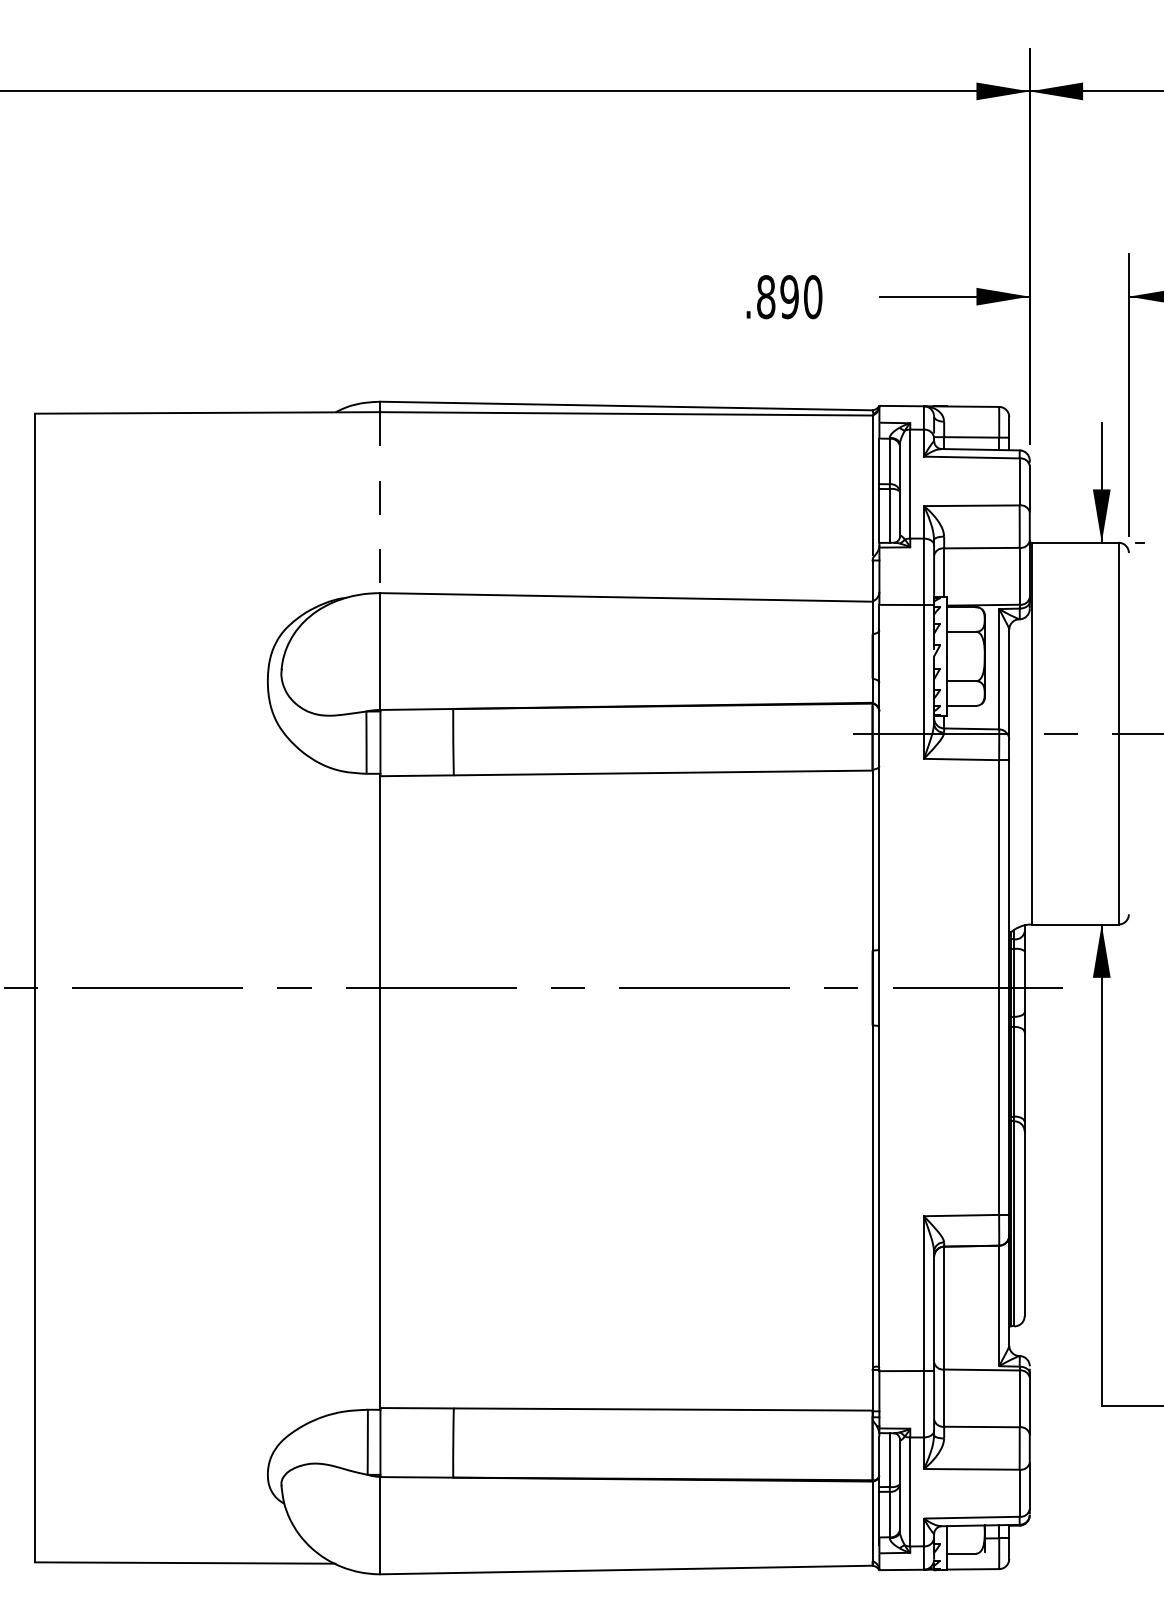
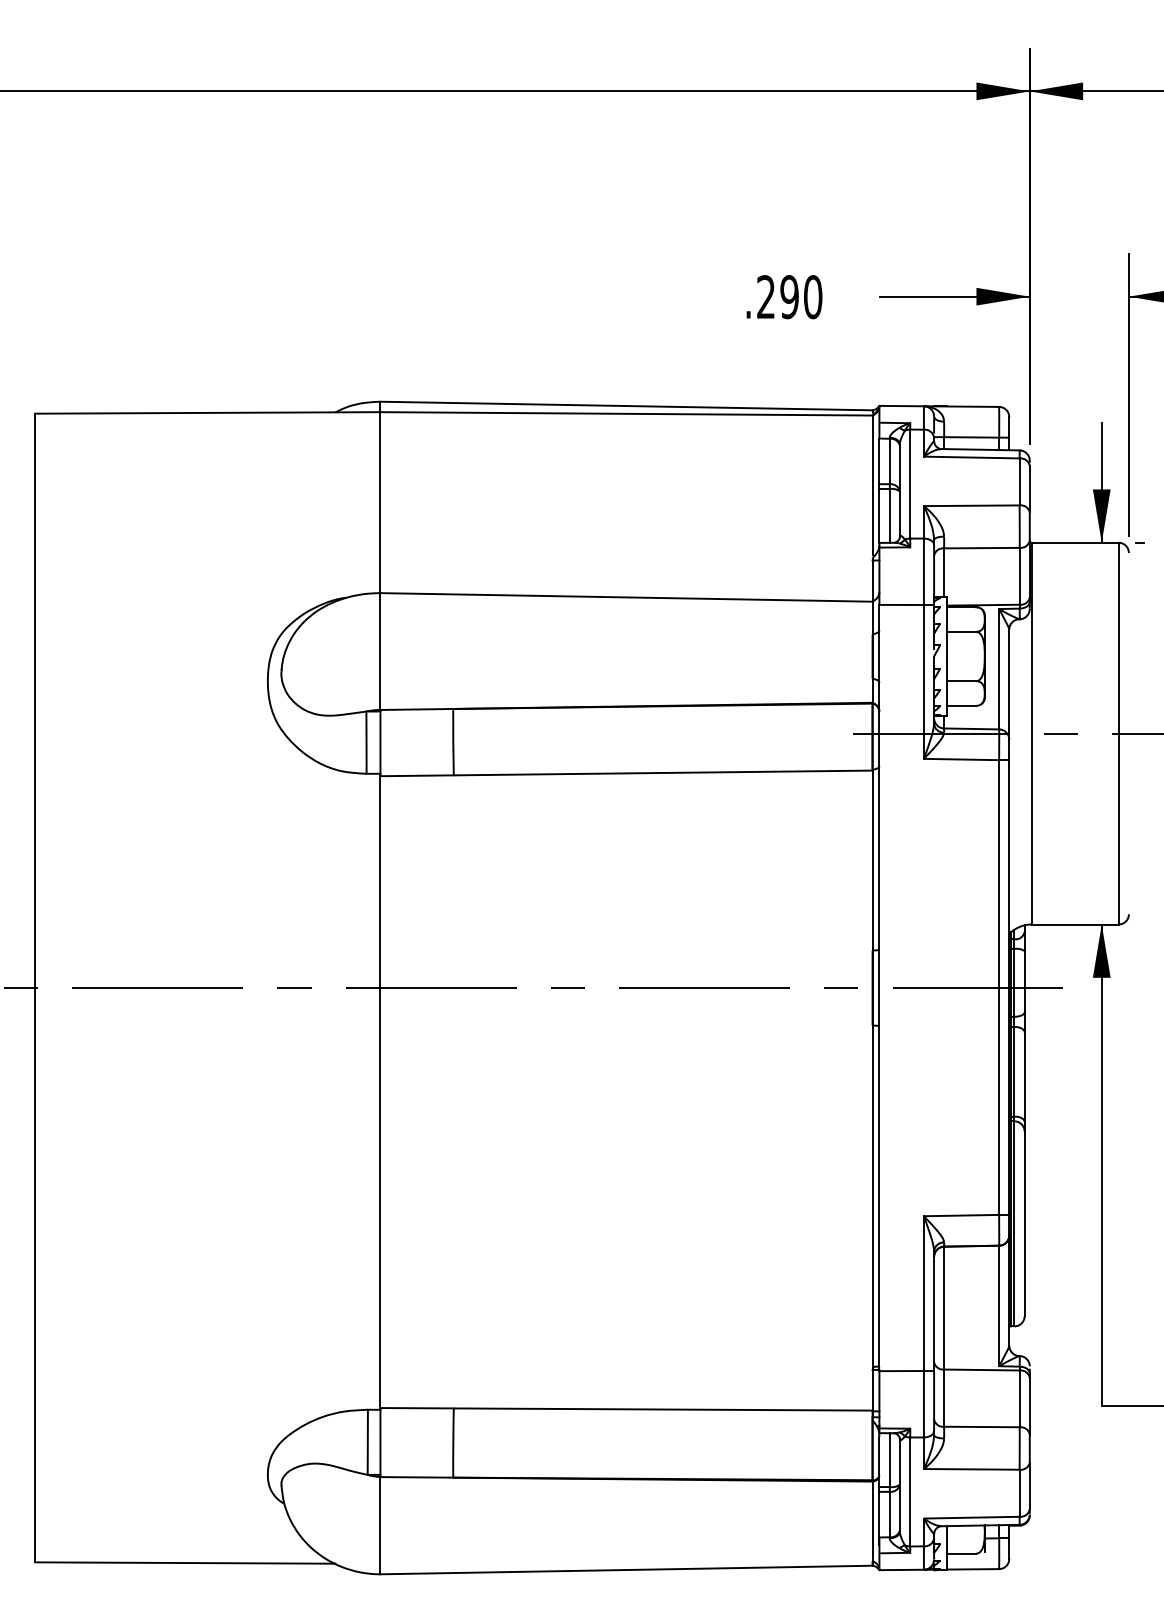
text at (766, 297): .890 -> .290
line at (380, 503): dashed -> solid
